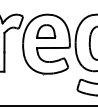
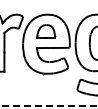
line at (48, 106): solid -> dashed
